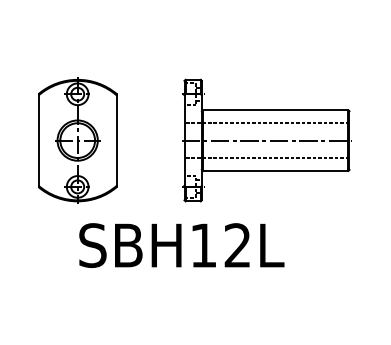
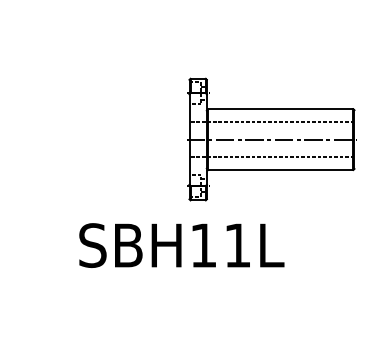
part at (77, 140): present -> none
part at (266, 140) position: (266, 140) -> (271, 139)
text at (236, 245): SBH12L -> SBH11L
